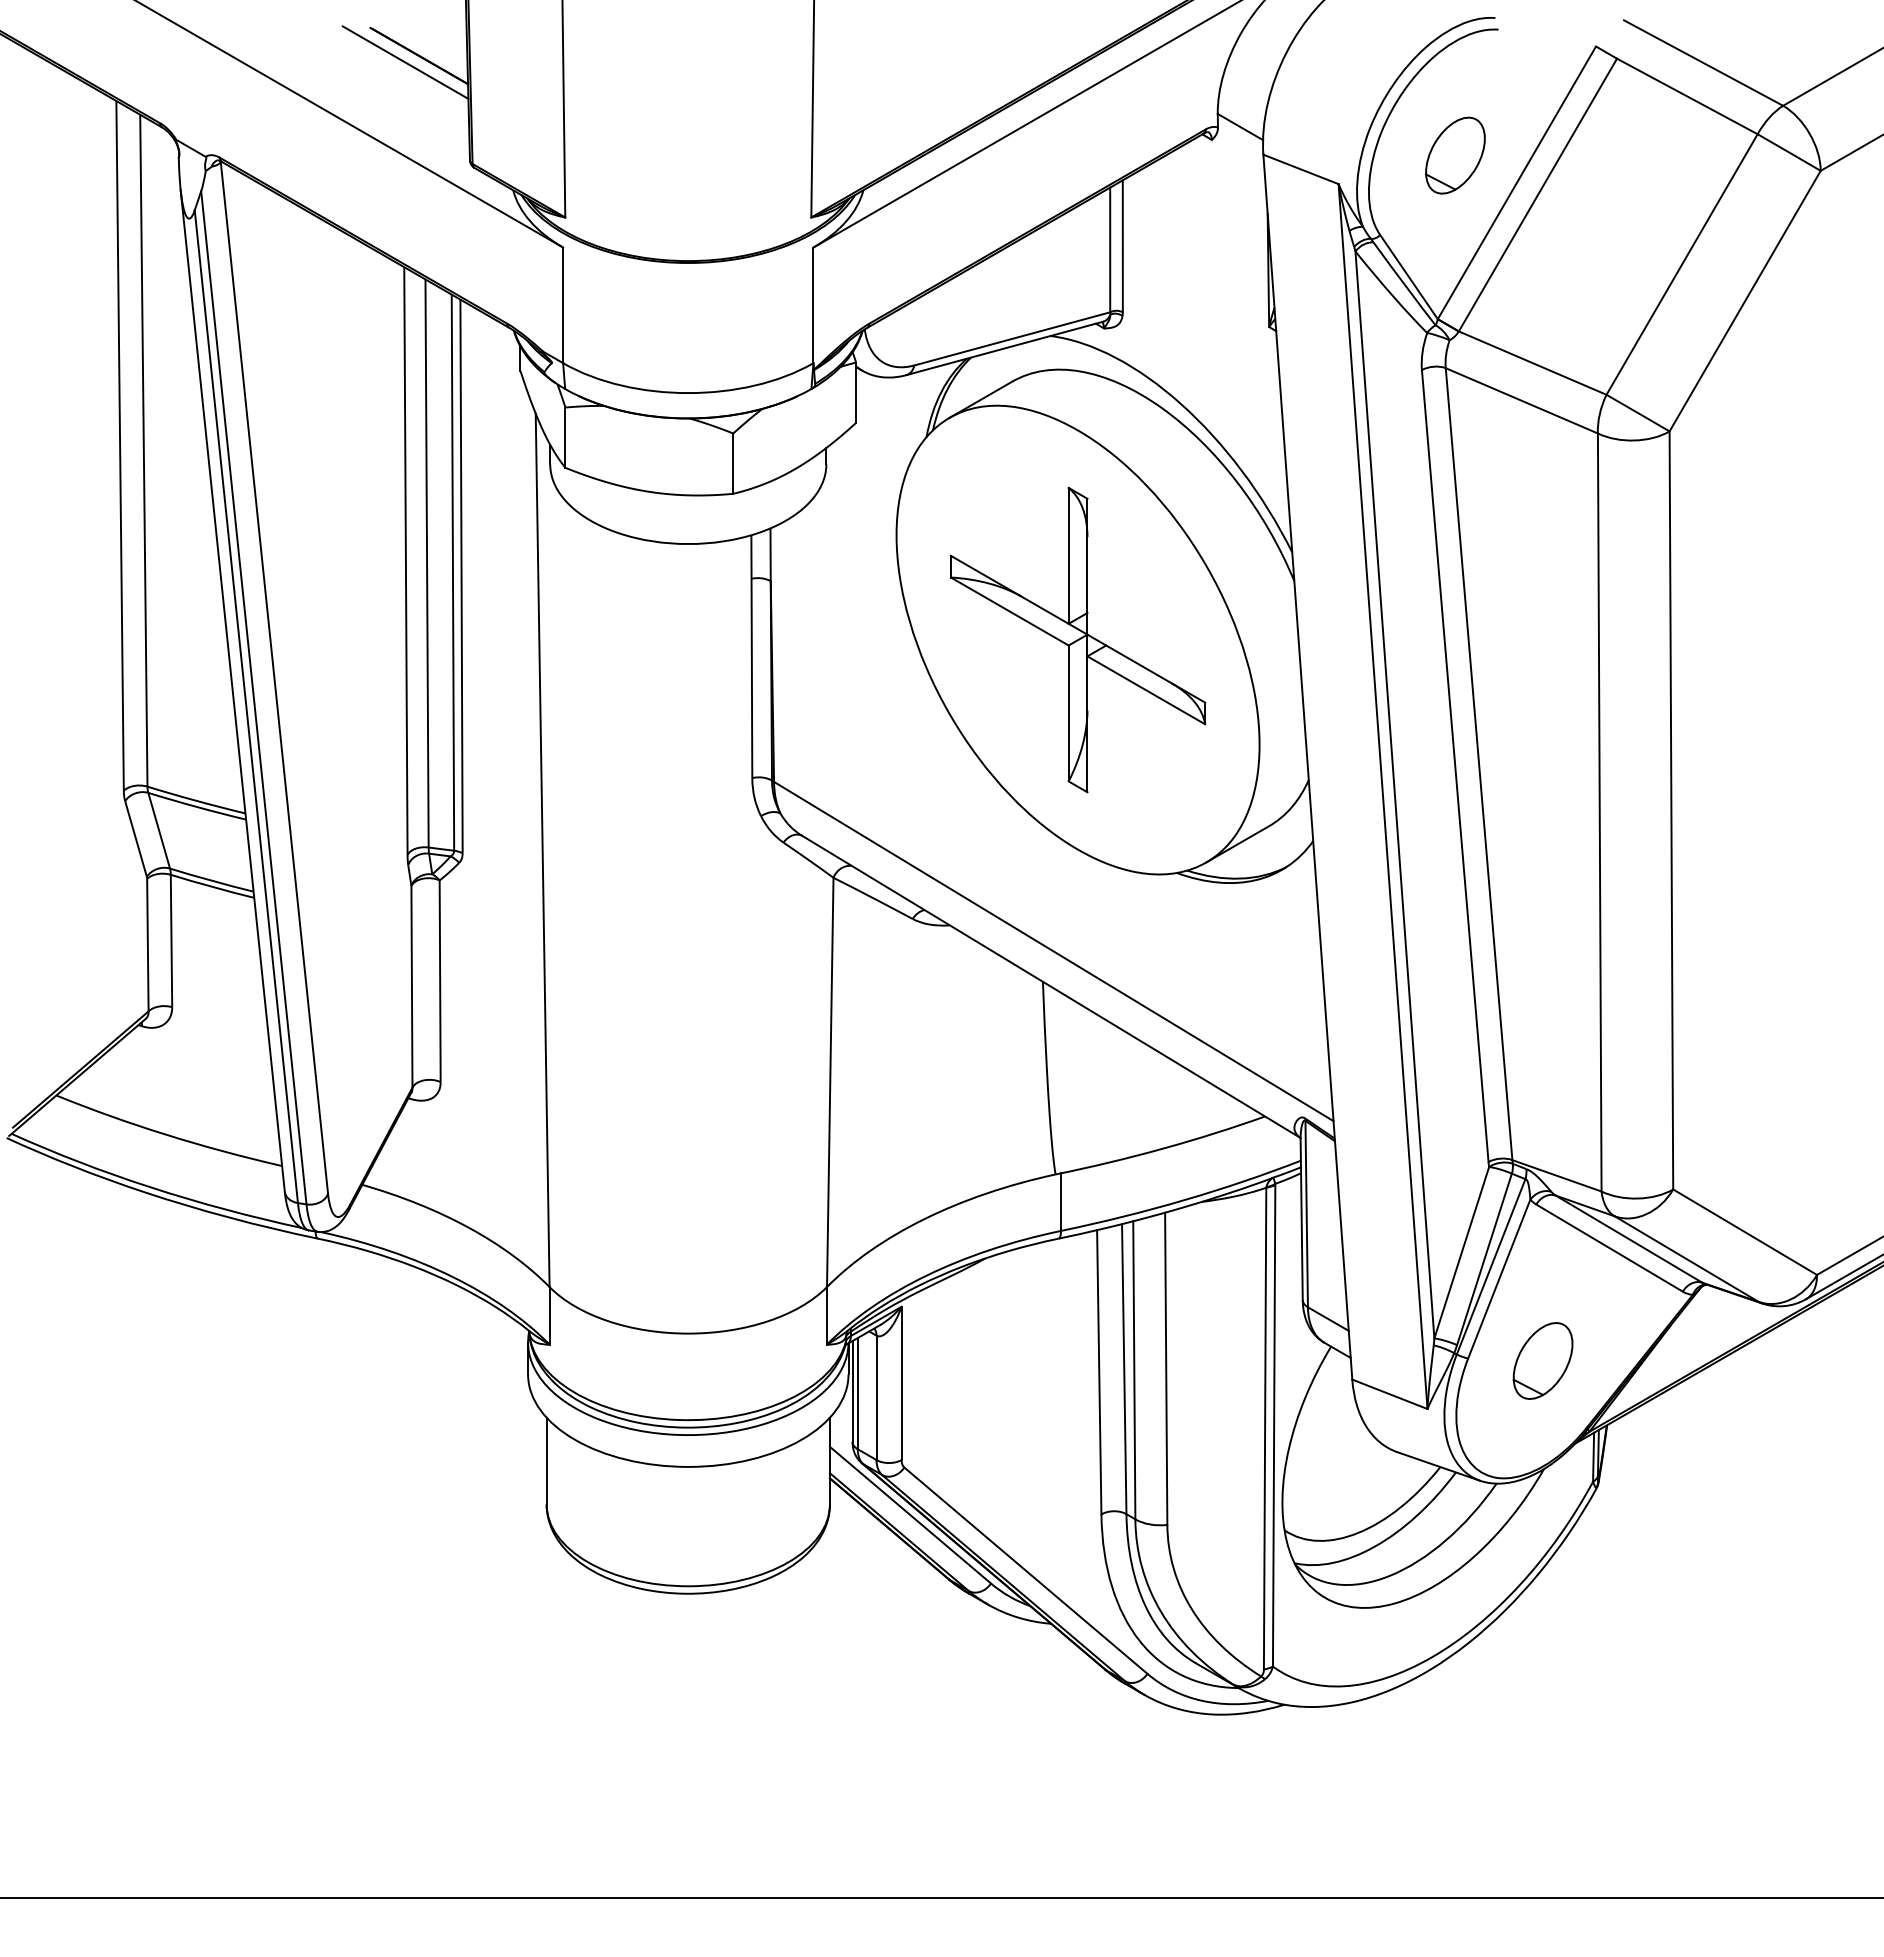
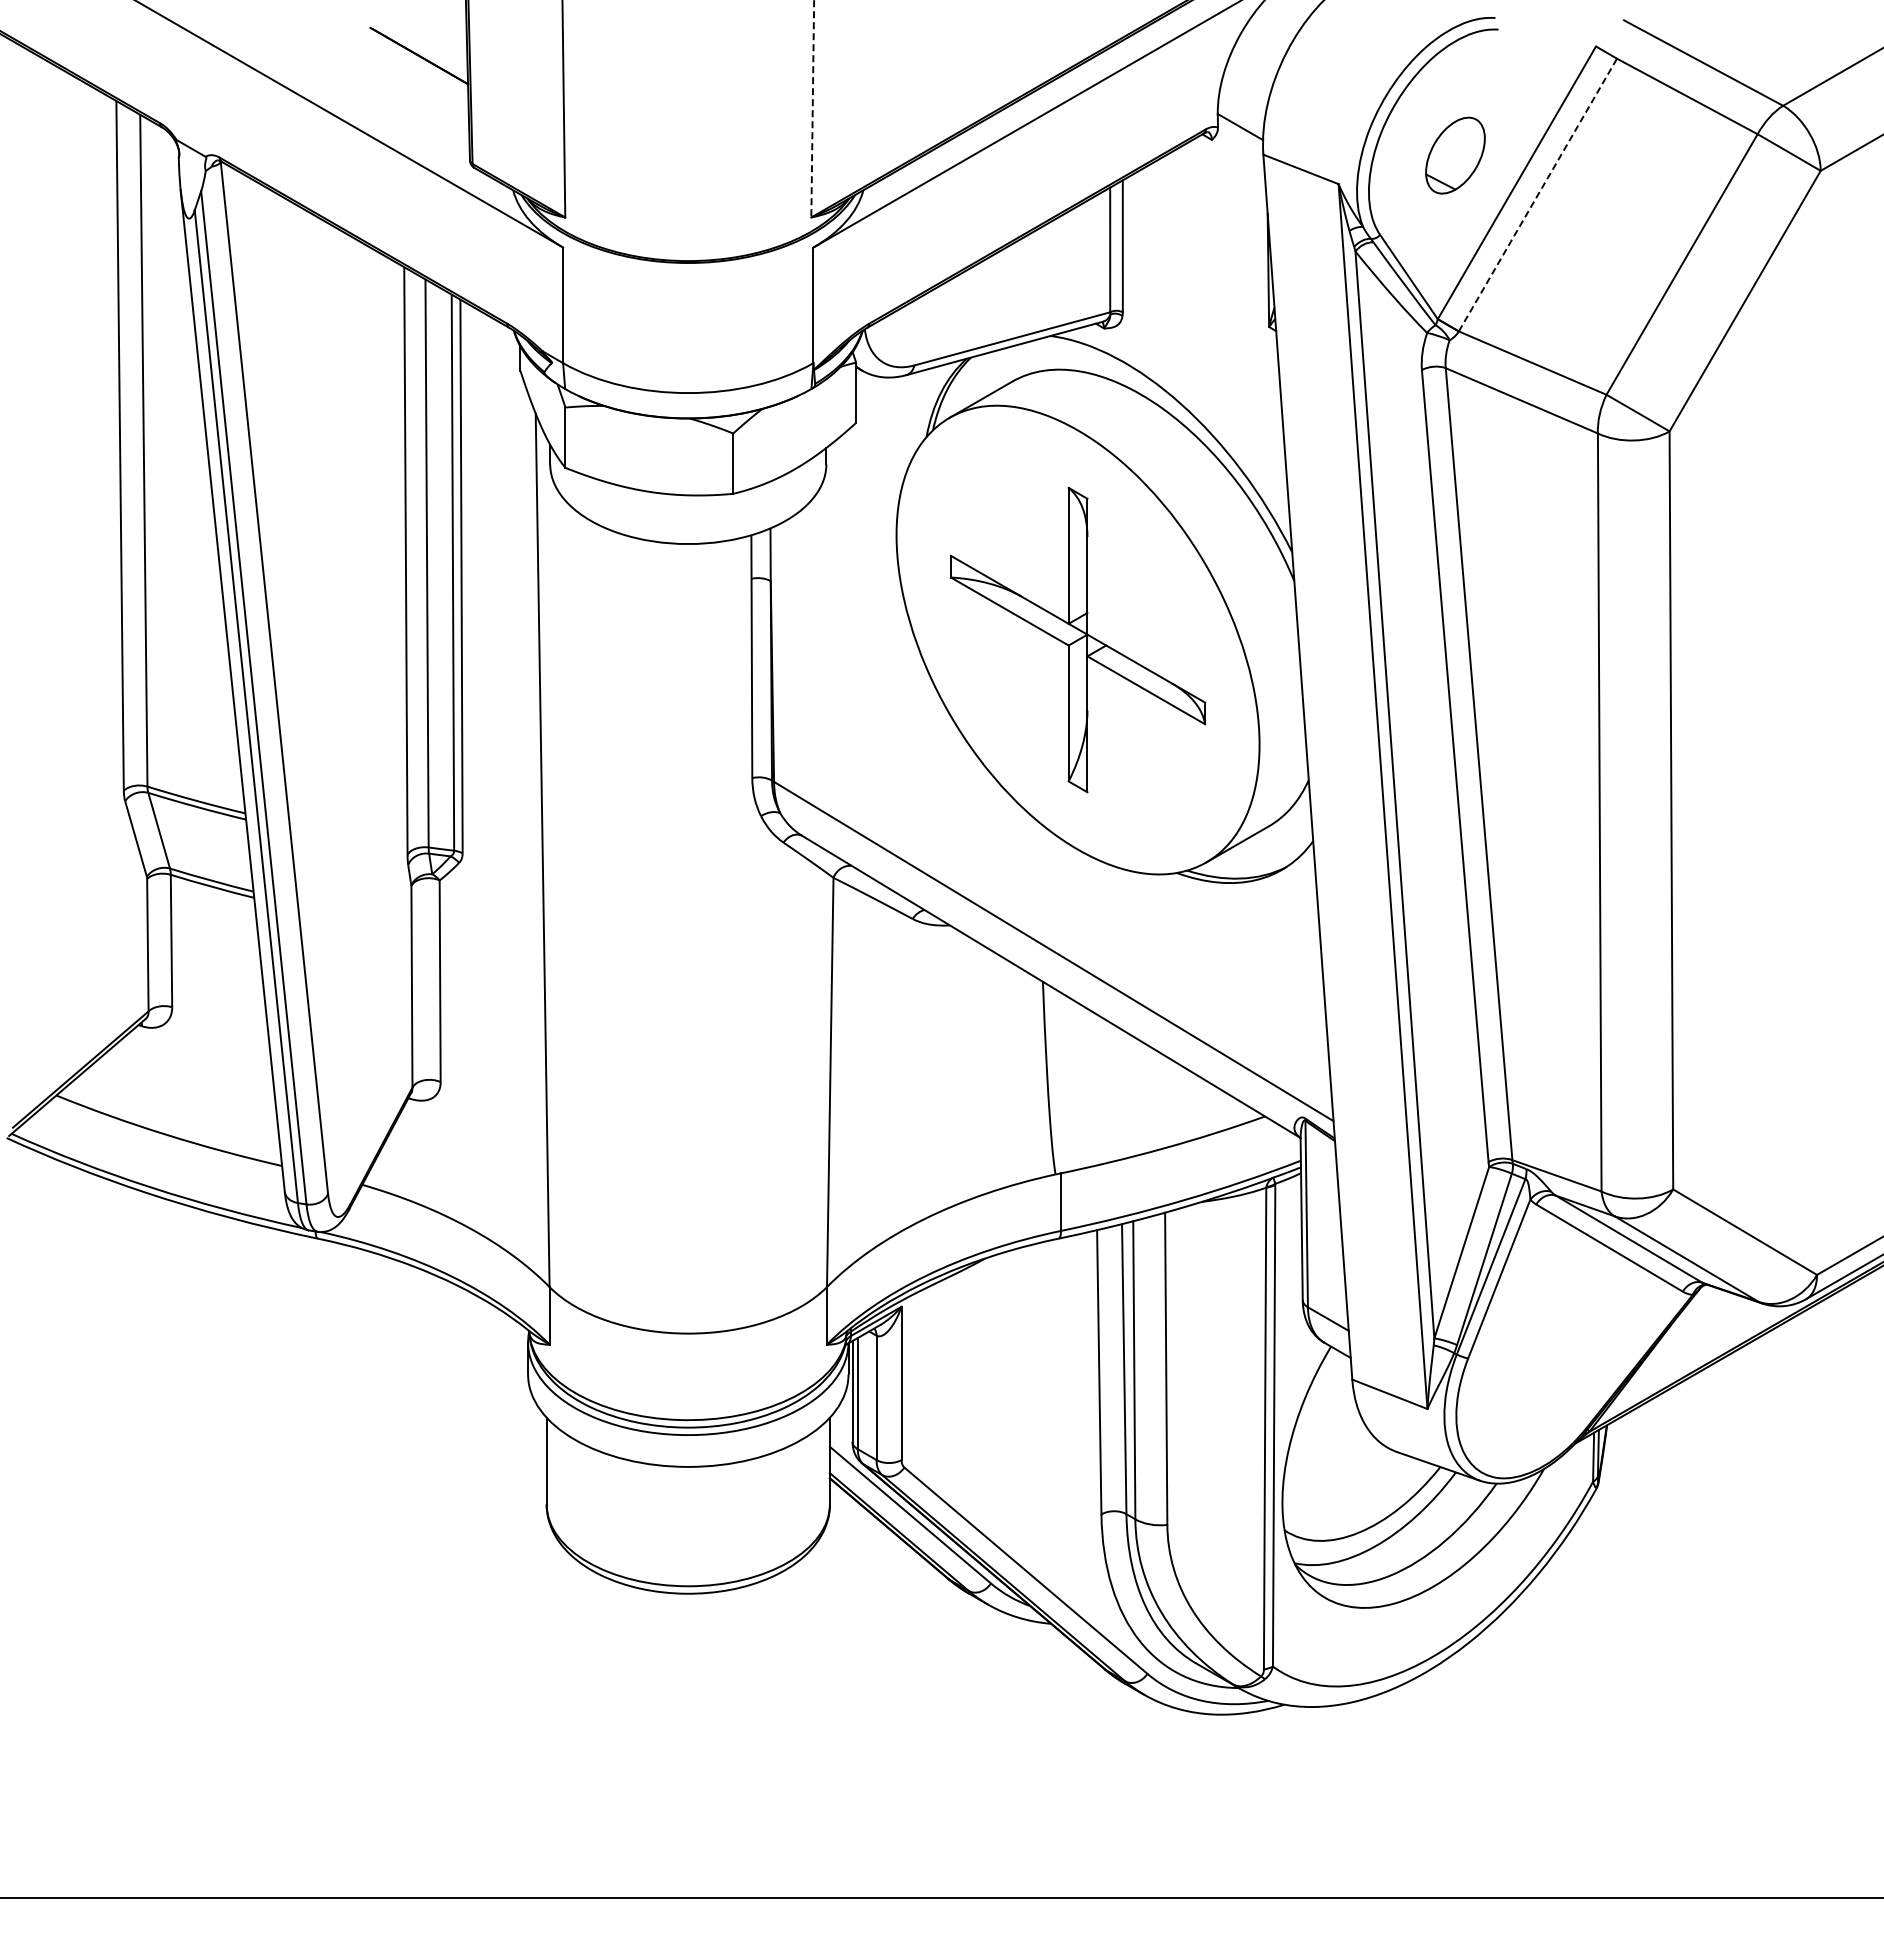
line at (405, 62): present -> none
line at (812, 109): solid -> dashed
line at (1537, 195): solid -> dashed
part at (1542, 1360): present -> none
